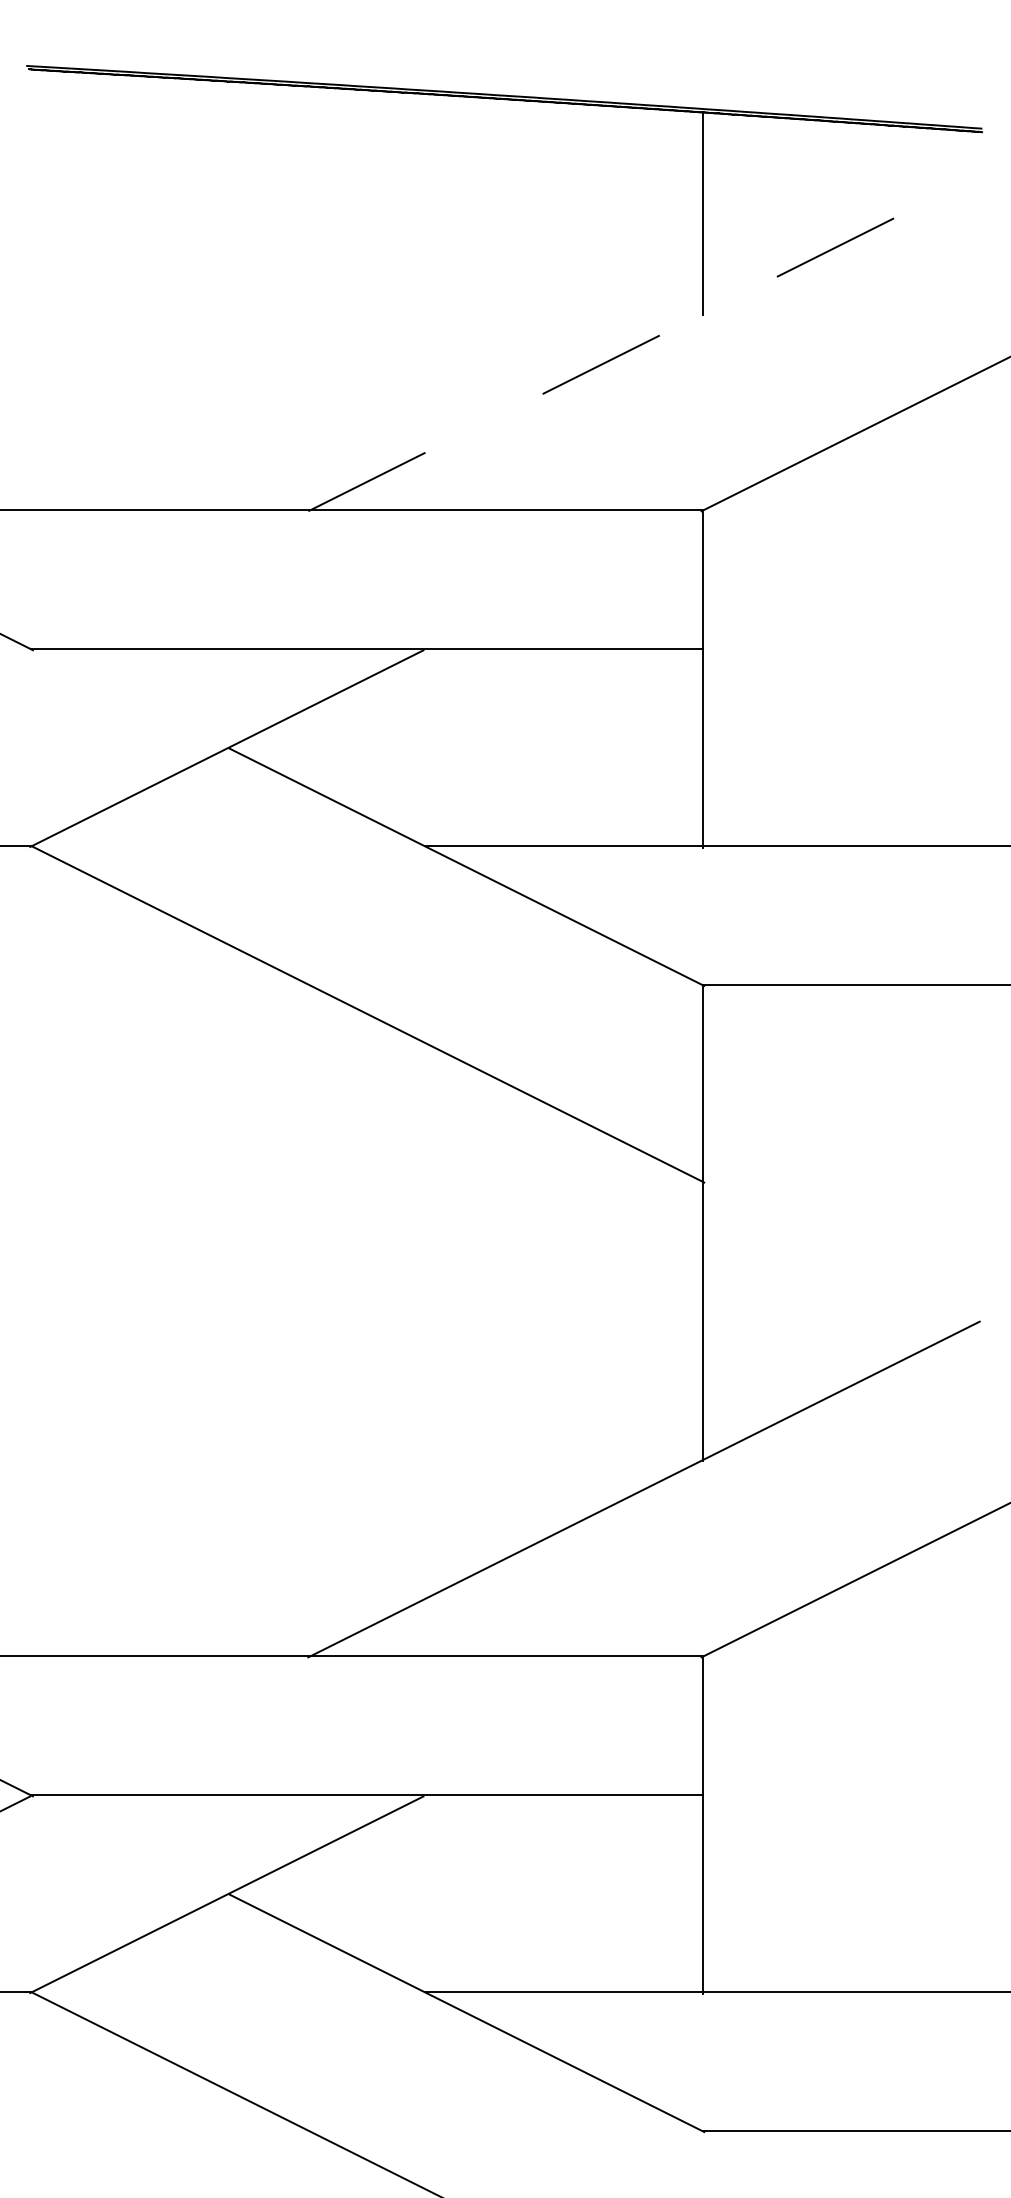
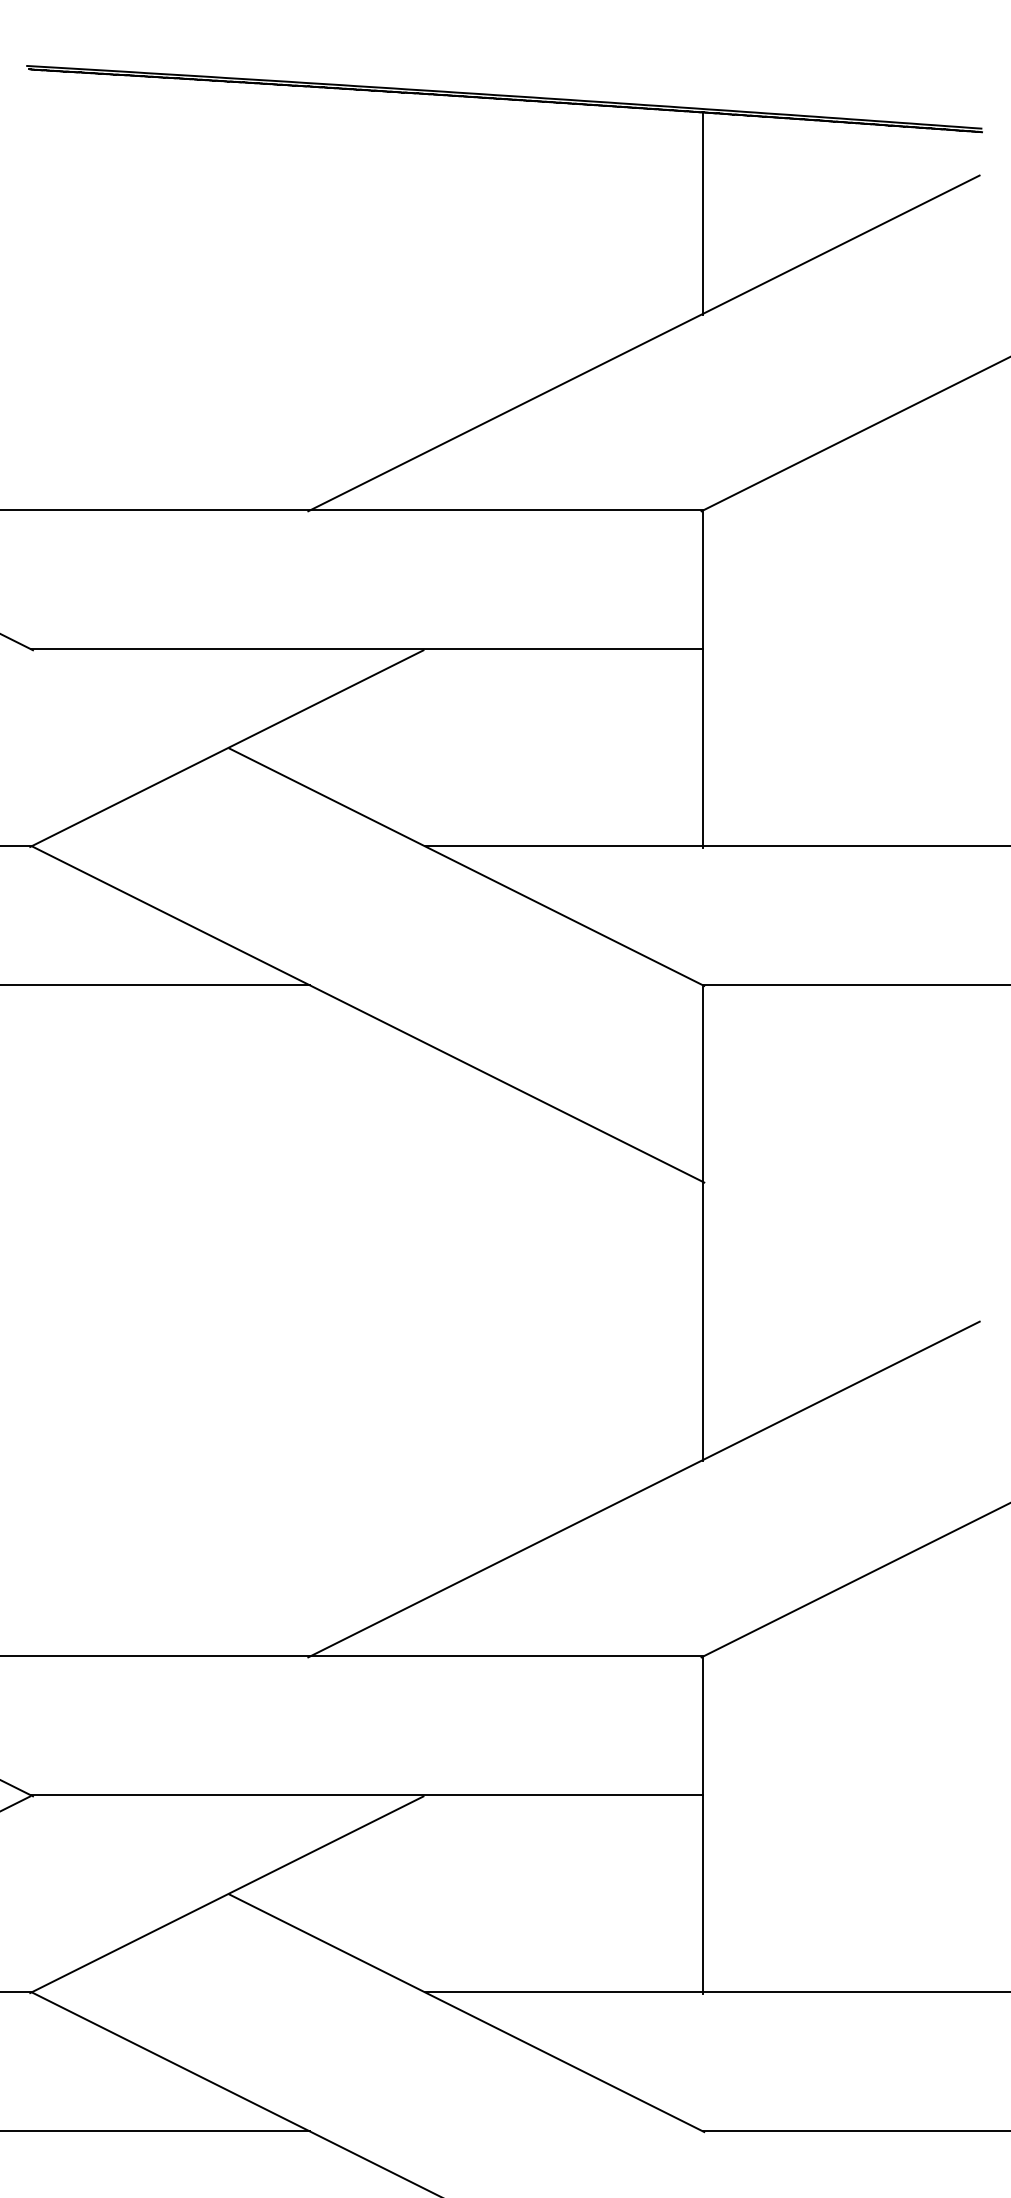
line at (644, 343): dashed -> solid
line at (155, 984): none -> present
line at (155, 2130): none -> present
